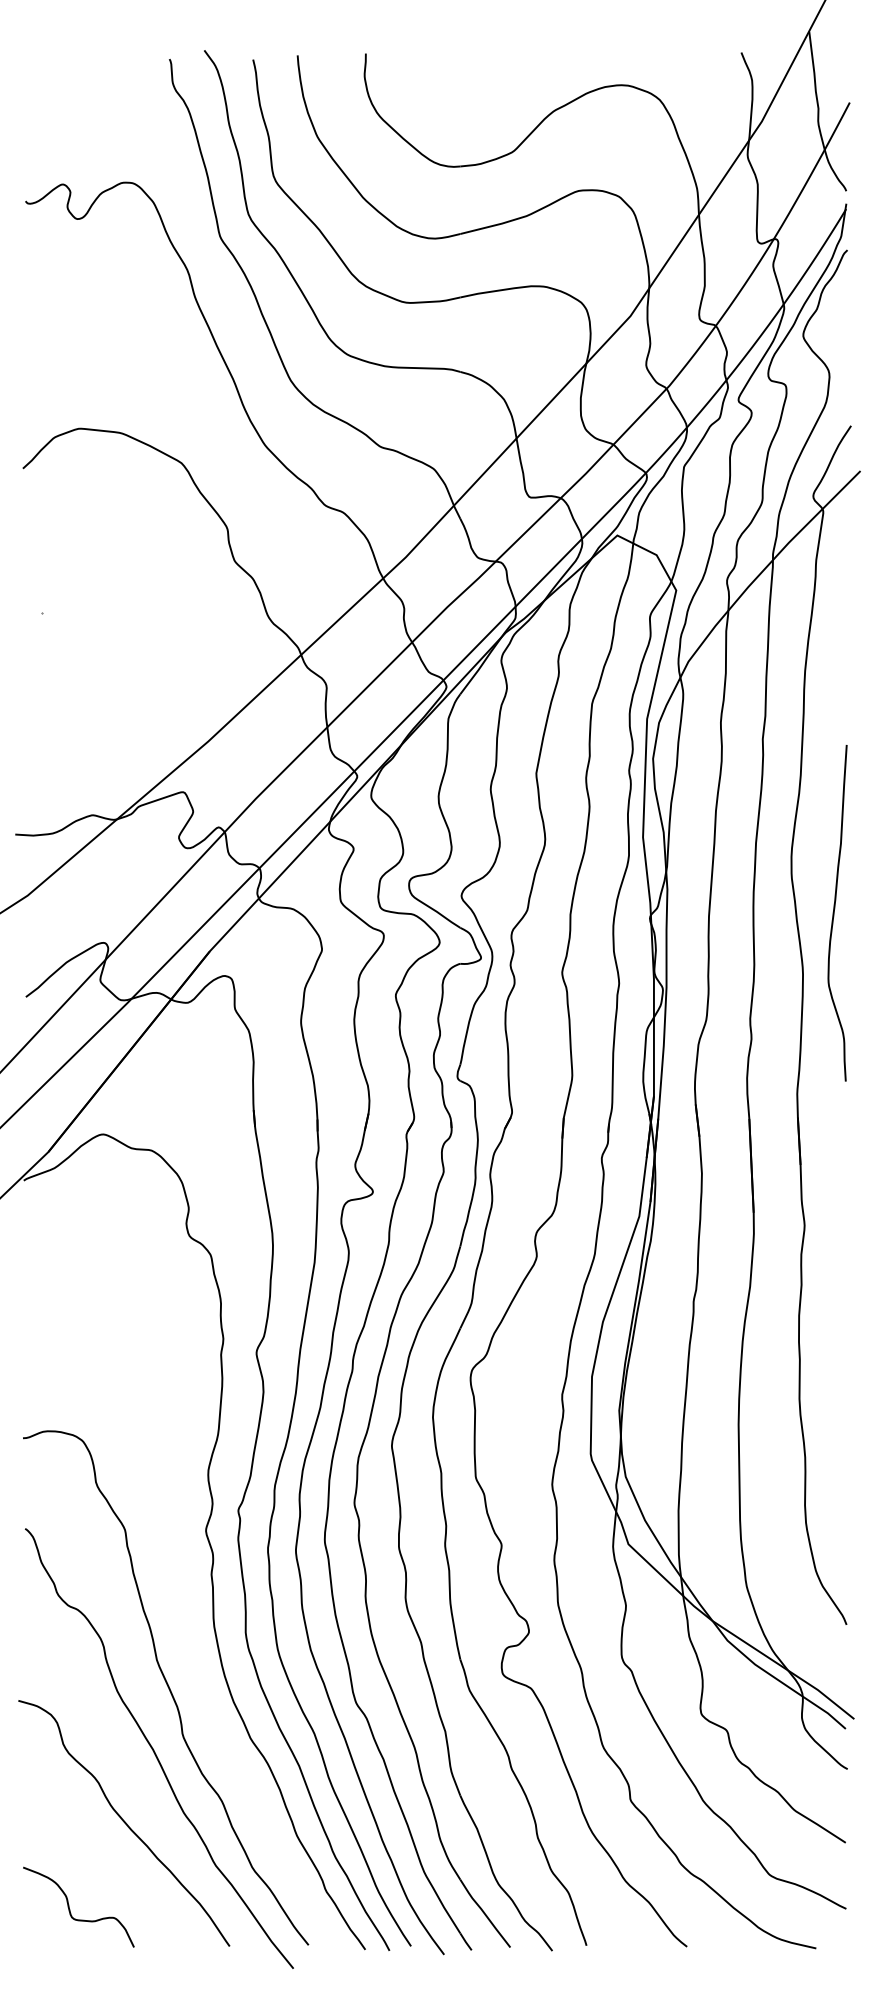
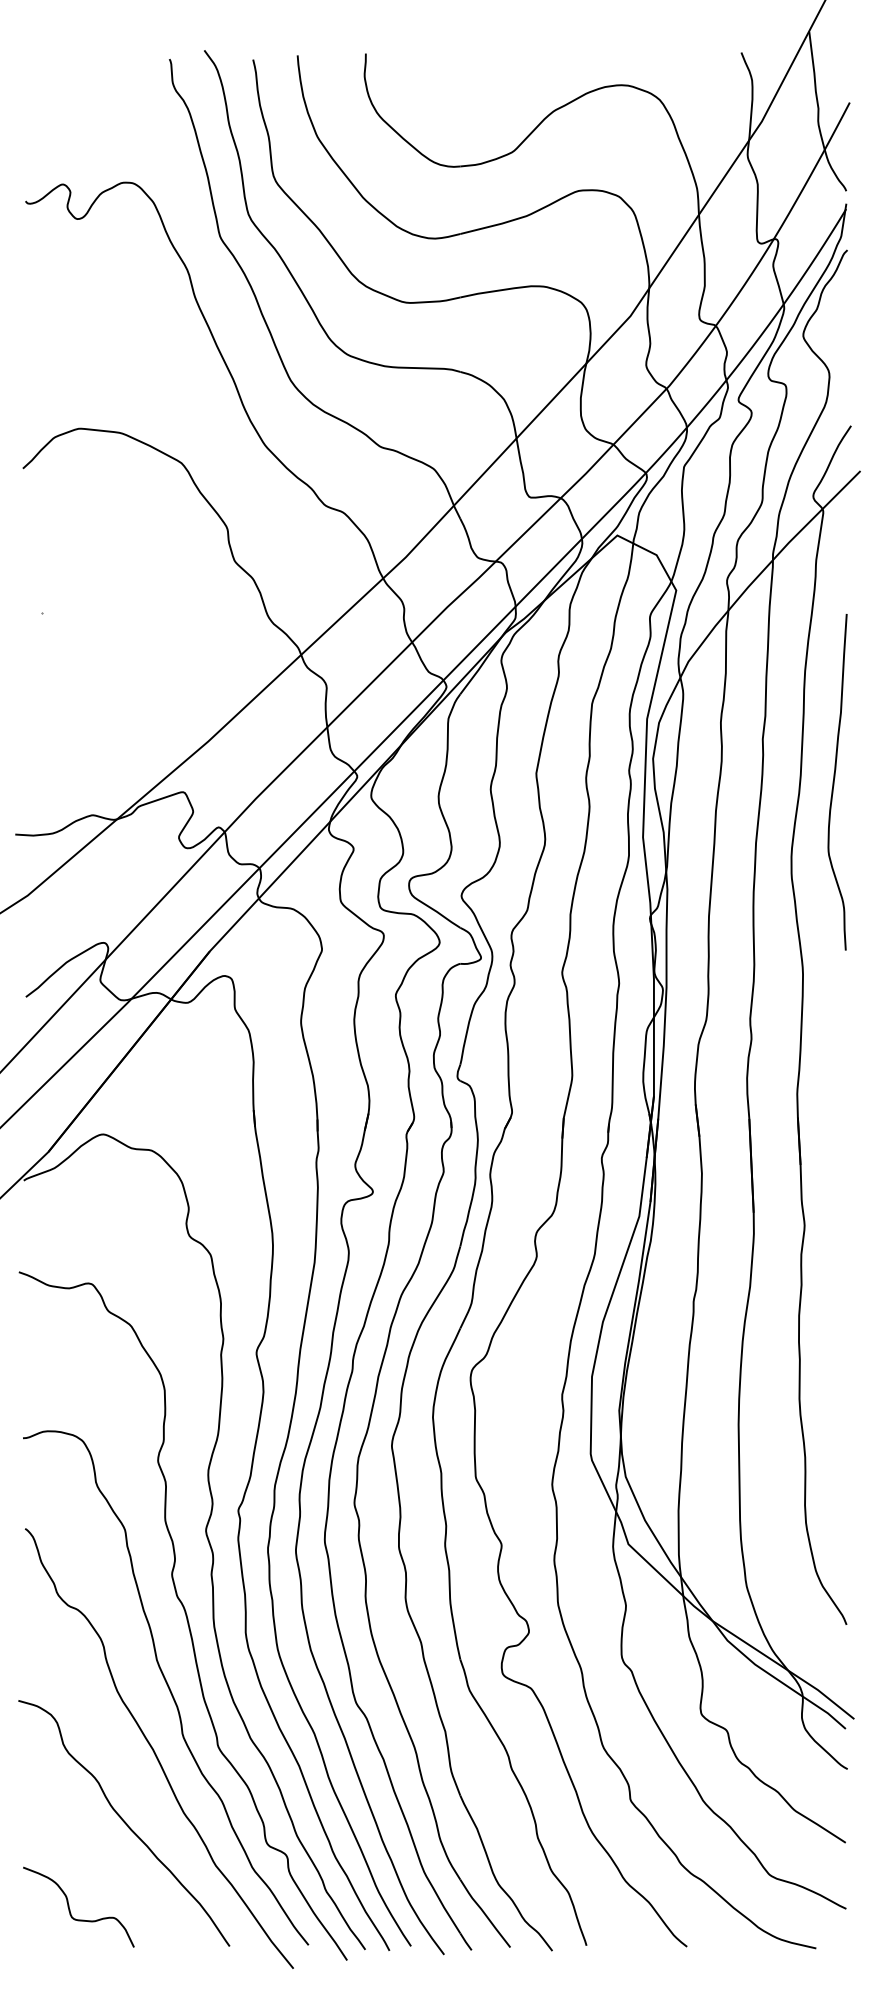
curve at (834, 913) position: (834, 913) -> (834, 782)
curve at (185, 1615): none -> present
